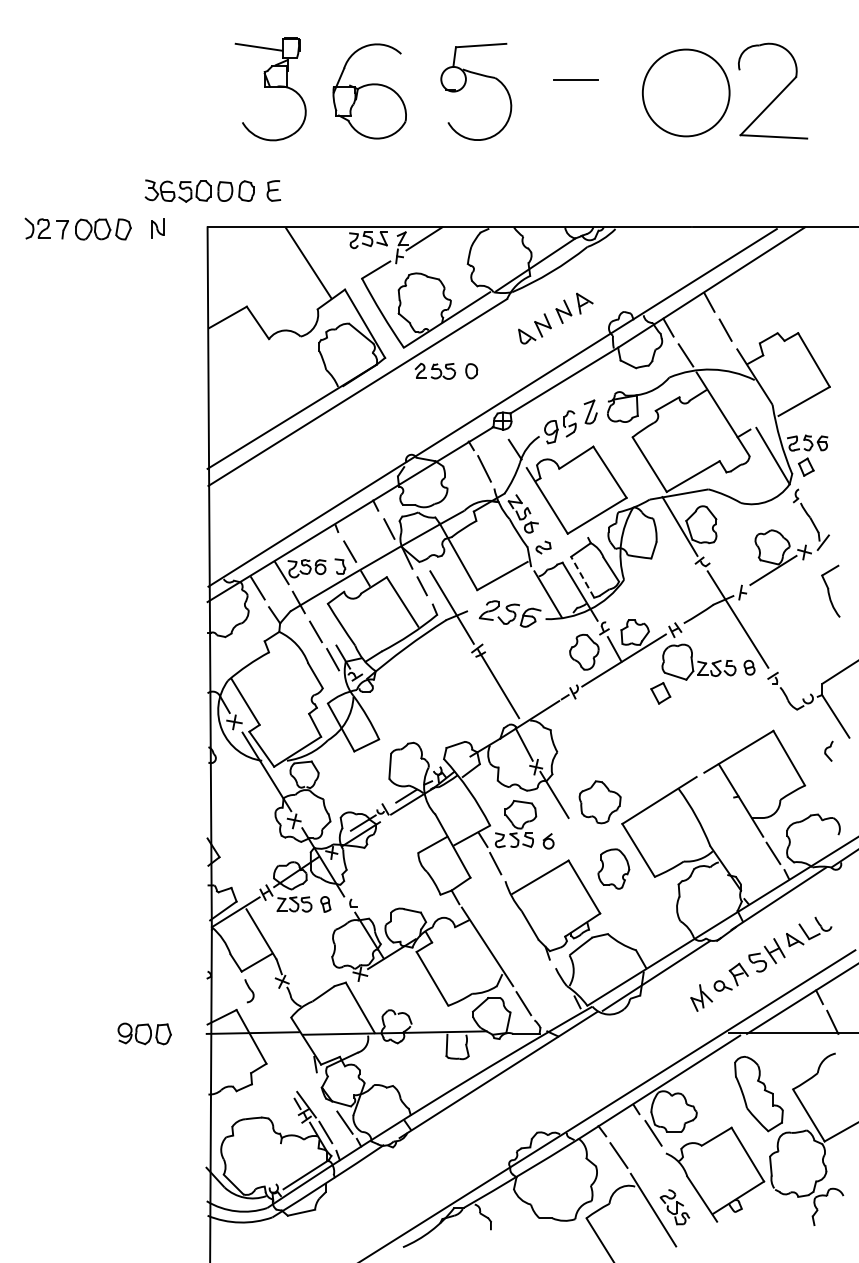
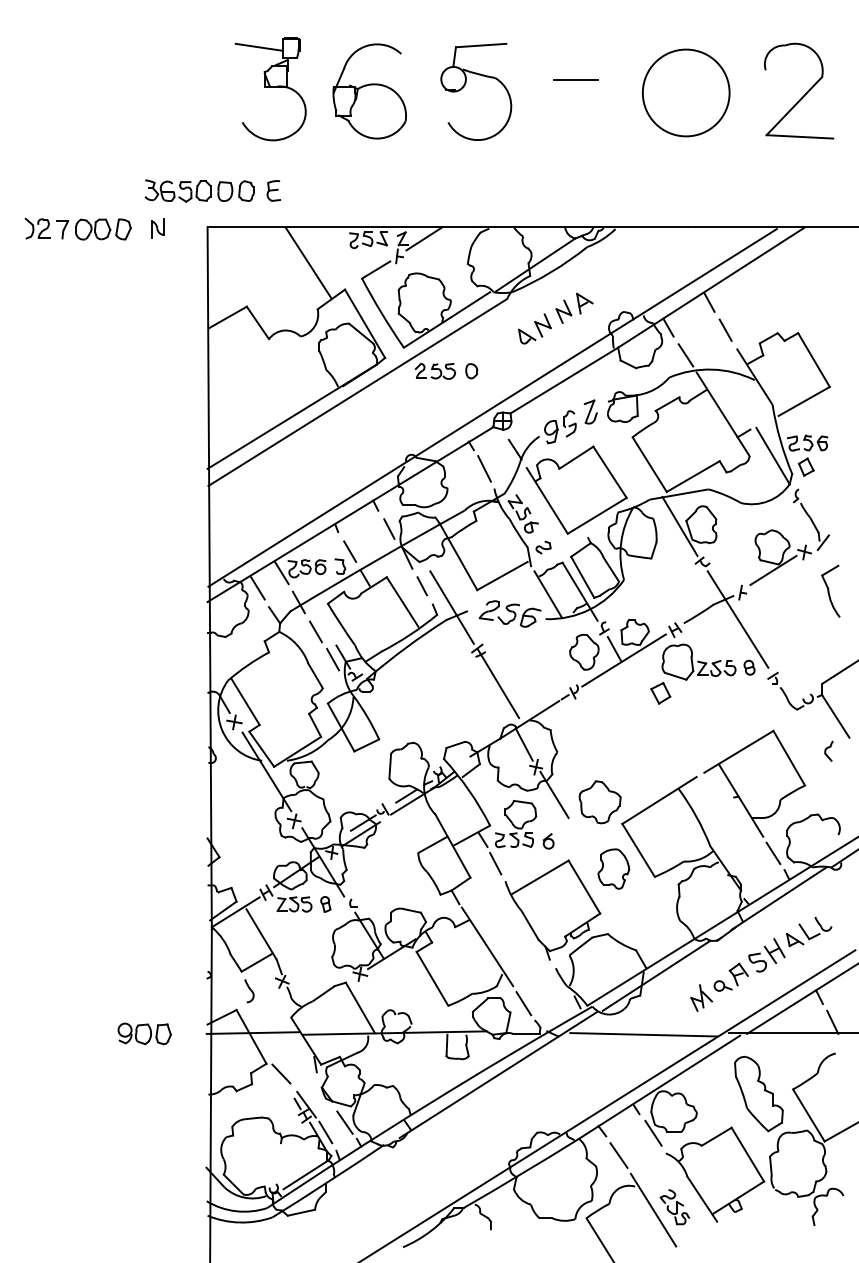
part at (778, 94) position: (778, 94) -> (804, 94)
line at (582, 577): dashed -> solid
line at (643, 1034): none -> present
line at (281, 1073): none -> present
